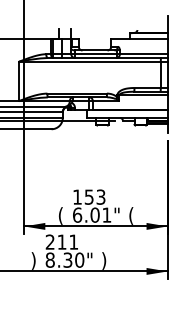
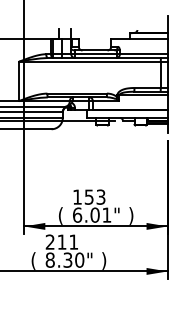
text at (131, 215): ( -> )
text at (33, 260): ) -> (
